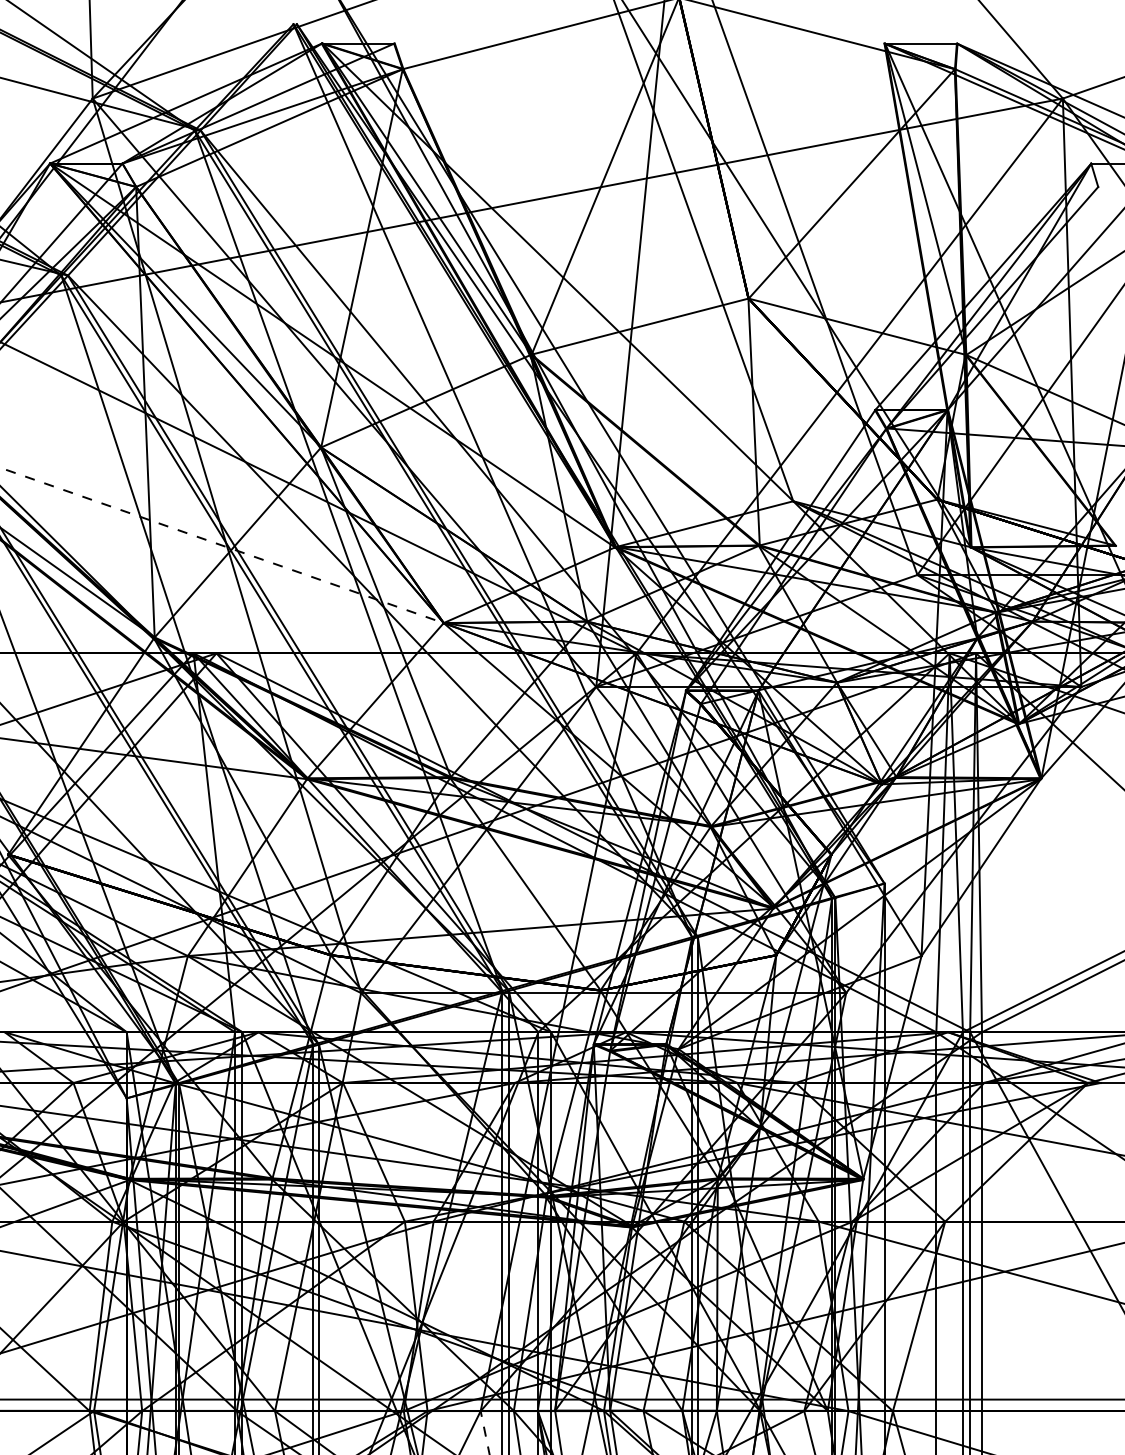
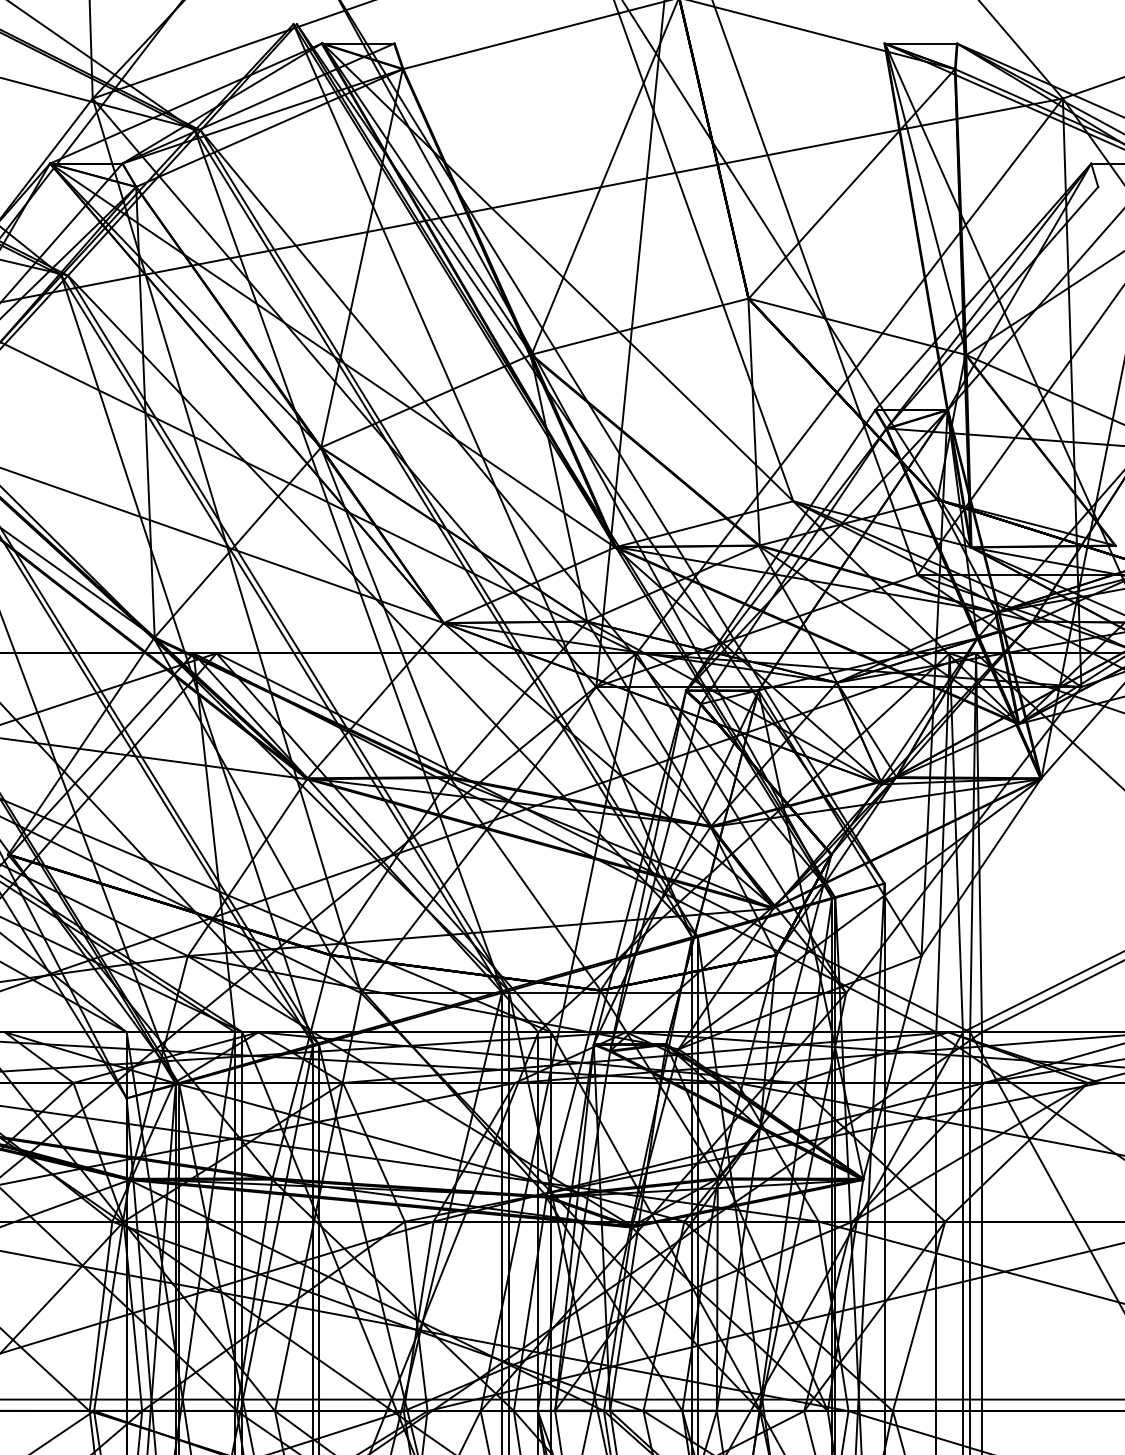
line at (222, 545): dashed -> solid
line at (485, 1432): dashed -> solid
